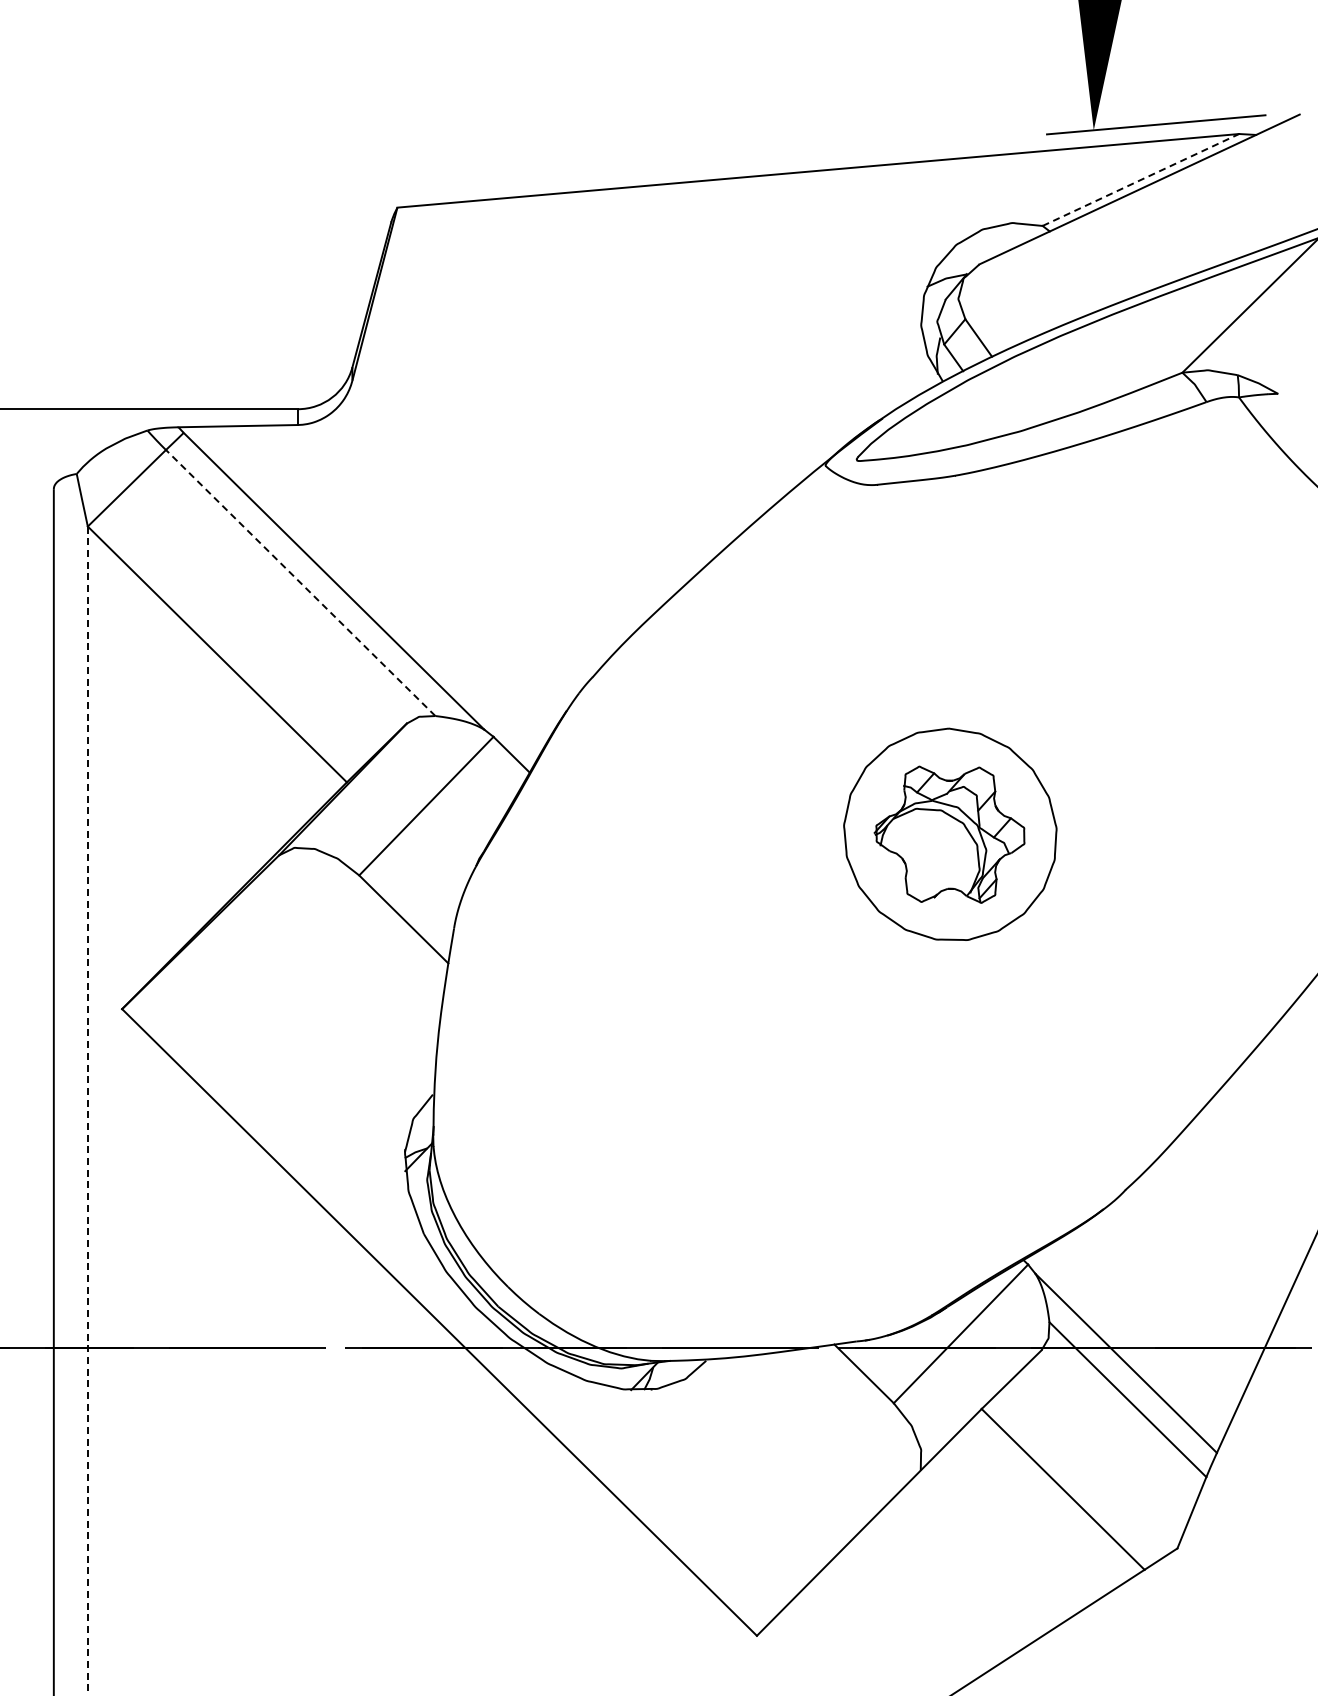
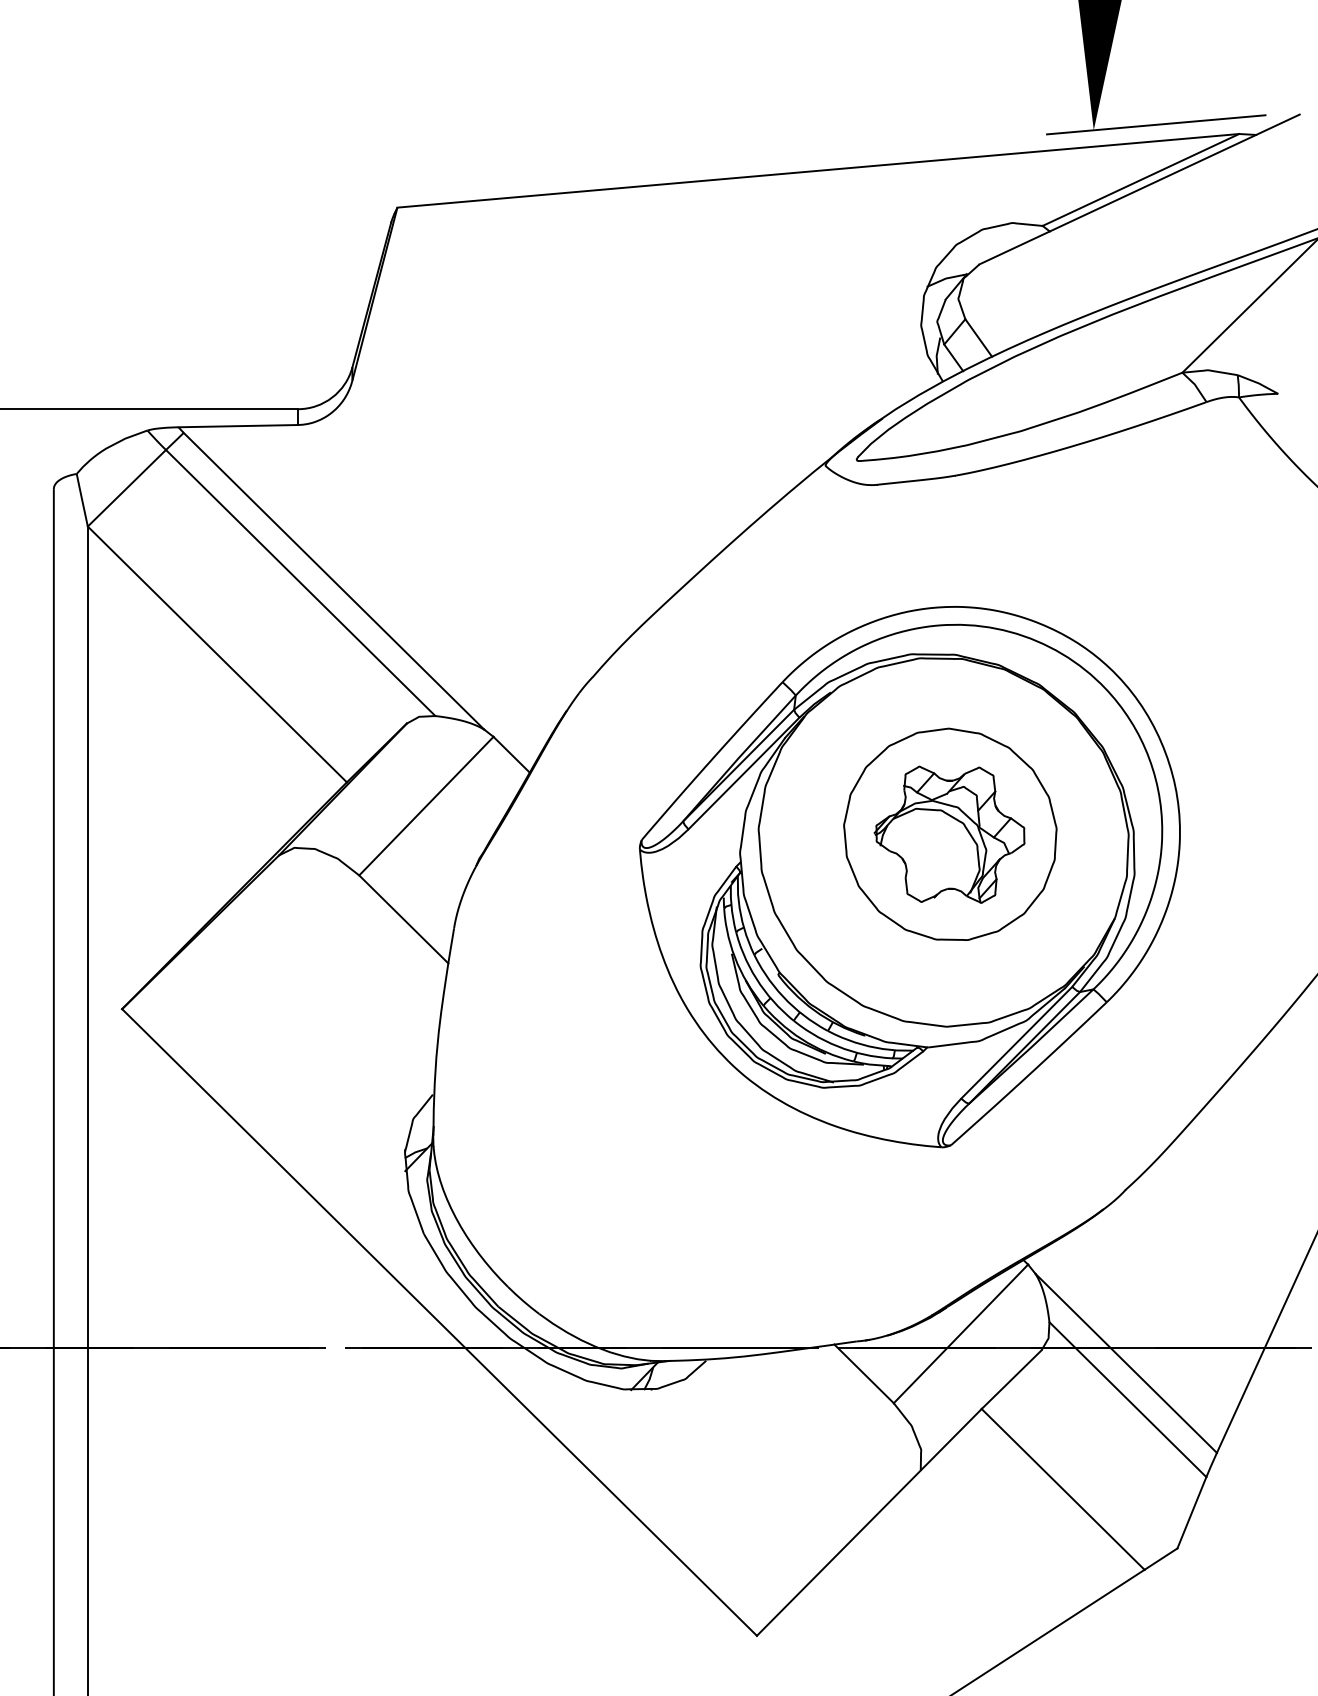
line at (1141, 179): dashed -> solid
line at (300, 582): dashed -> solid
part at (909, 877): none -> present
line at (87, 1111): dashed -> solid
